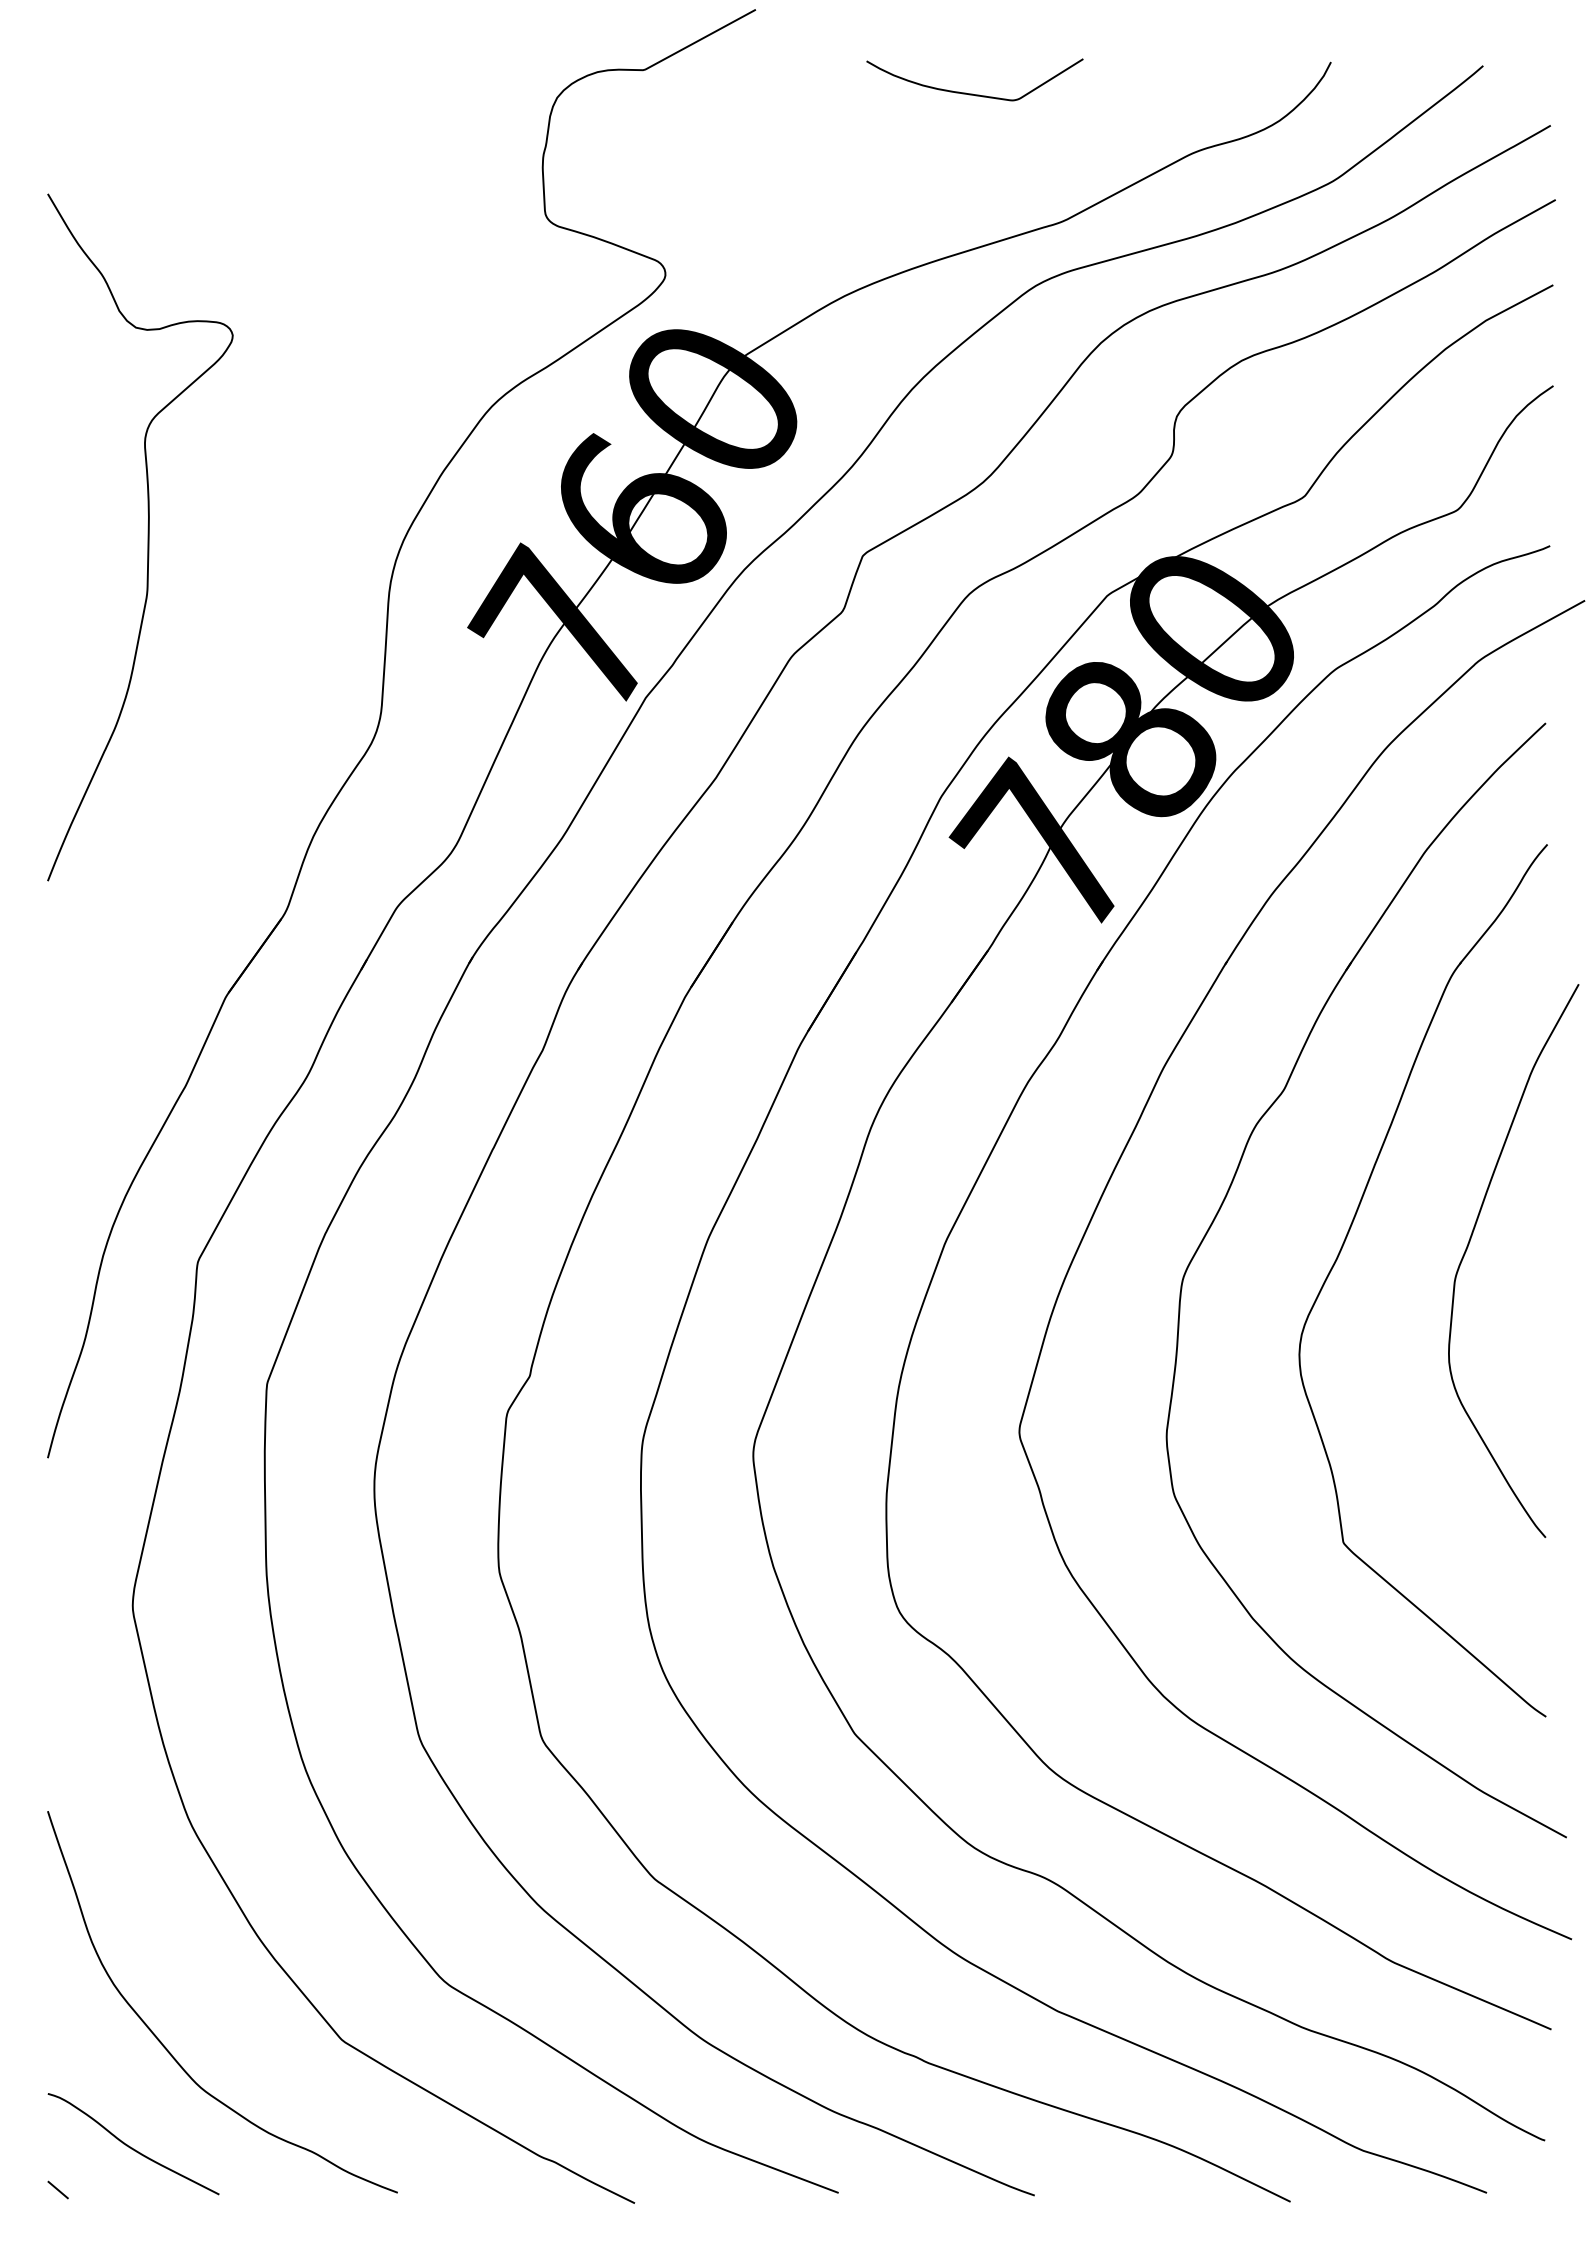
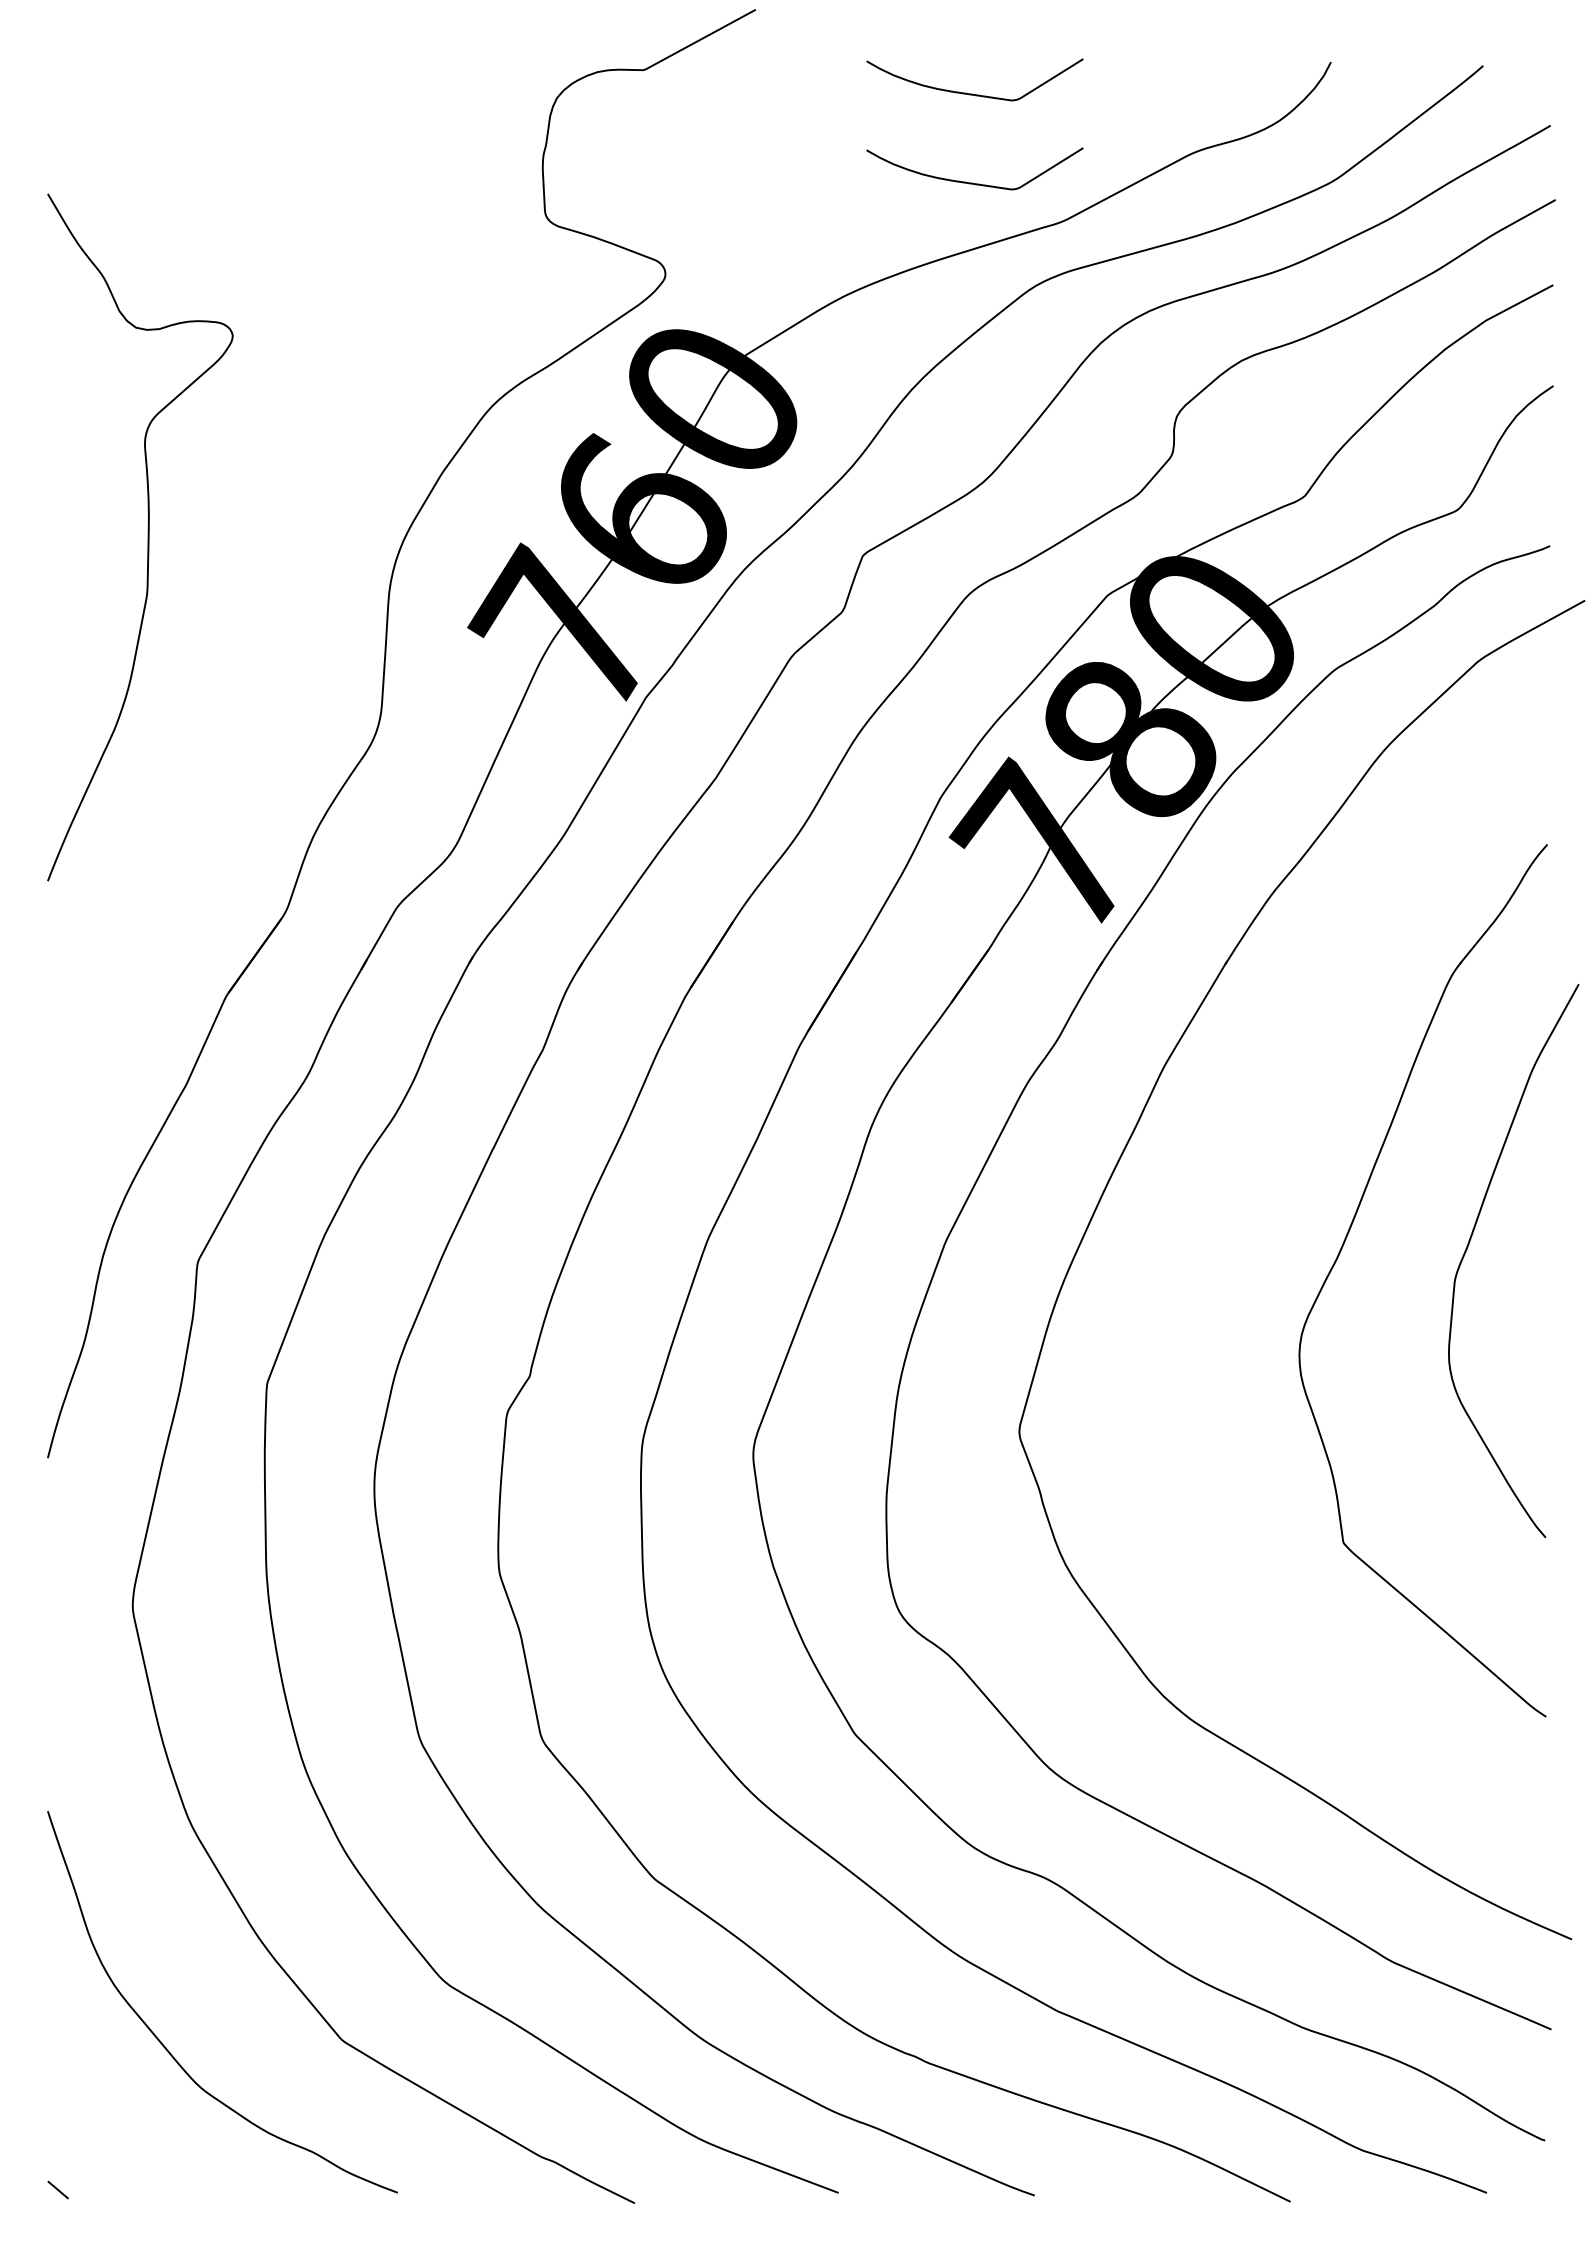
curve at (972, 182): none -> present
part at (1221, 1207): present -> none
curve at (132, 2147): present -> none
